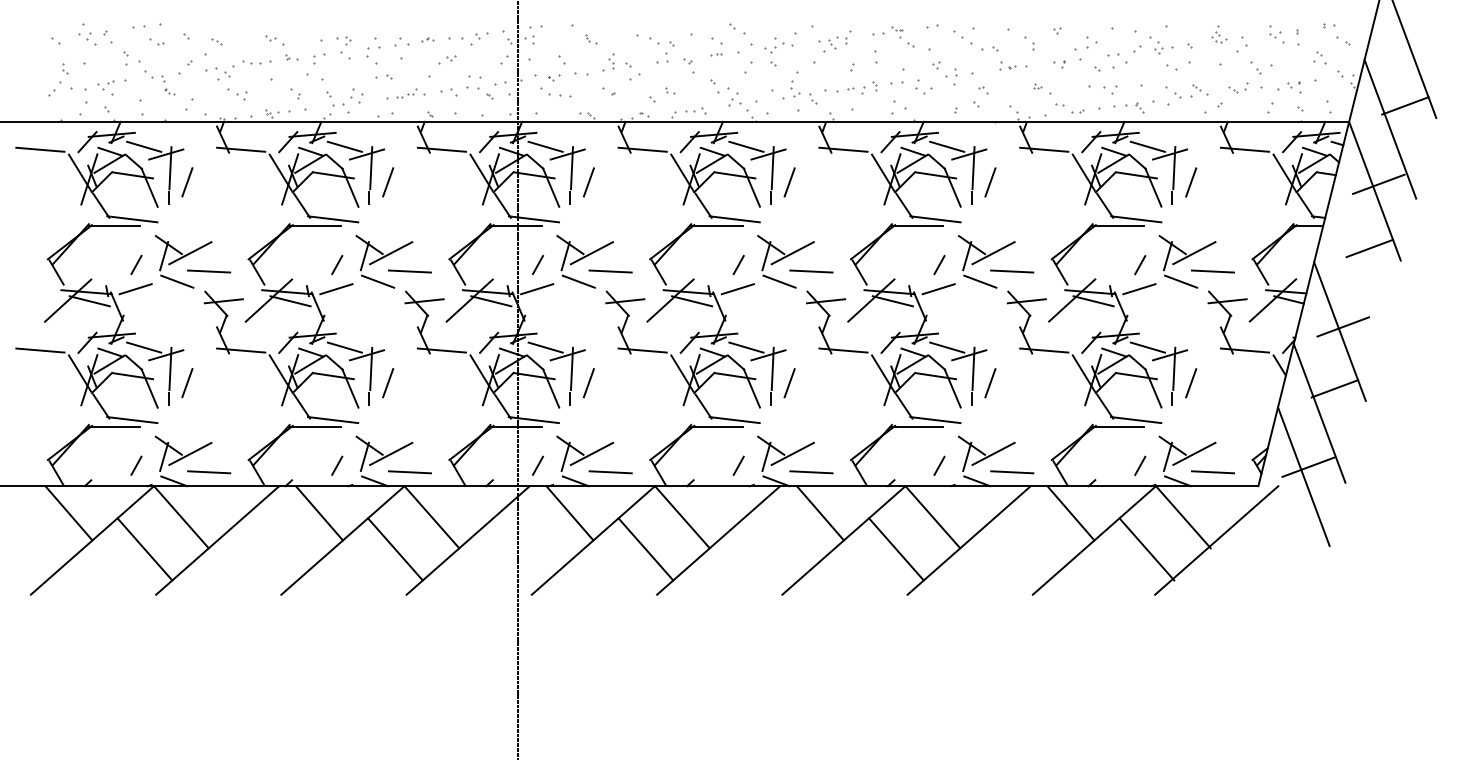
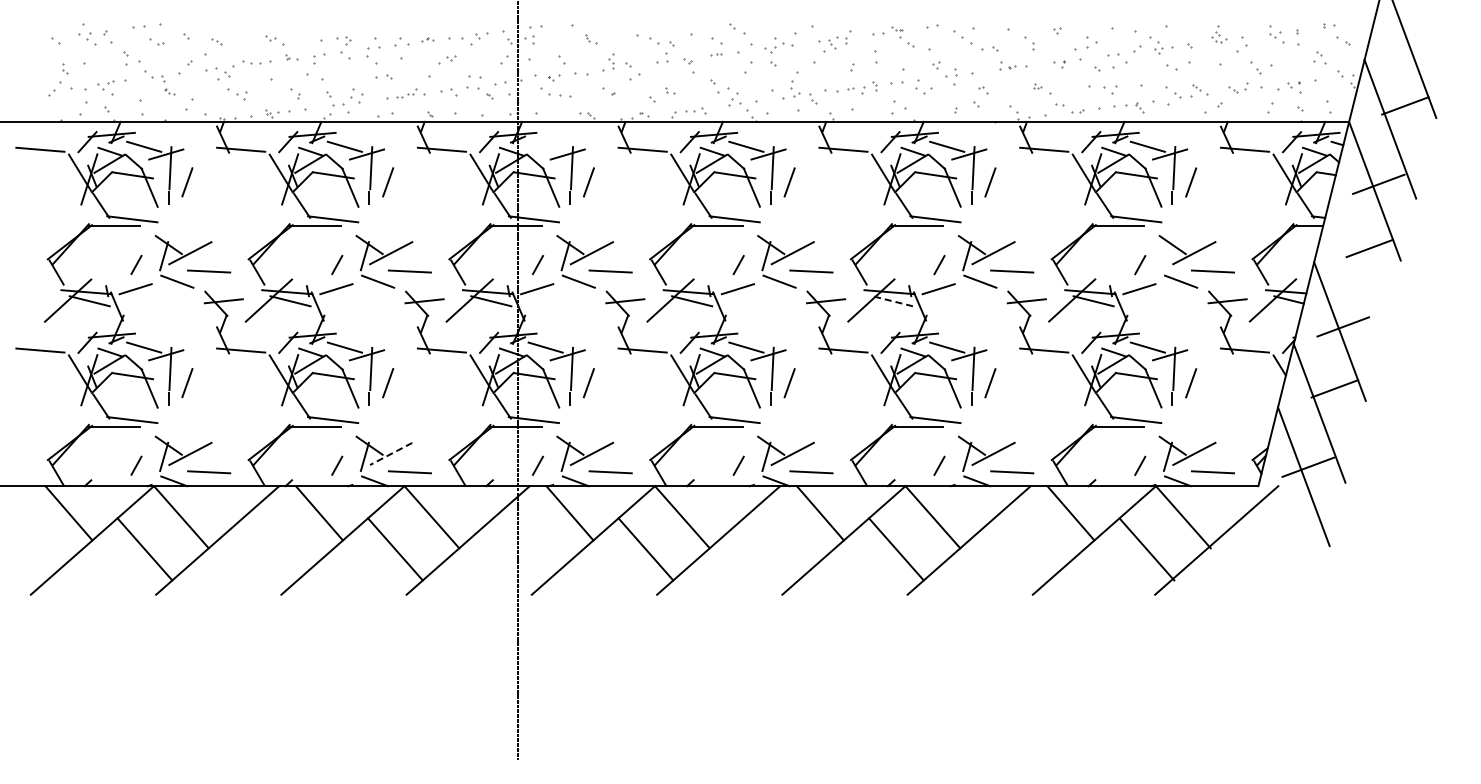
line at (545, 146): present -> none
line at (1167, 256): present -> none
line at (892, 301): solid -> dashed
line at (391, 453): solid -> dashed
